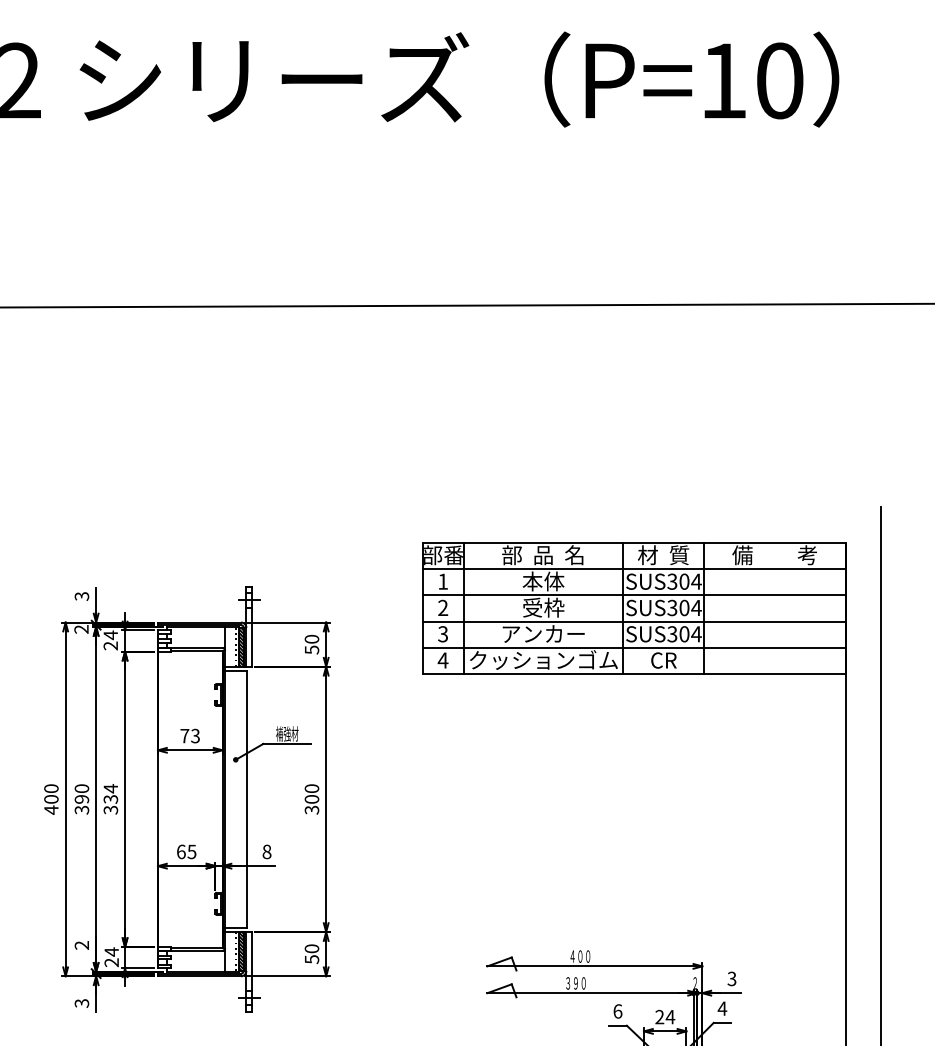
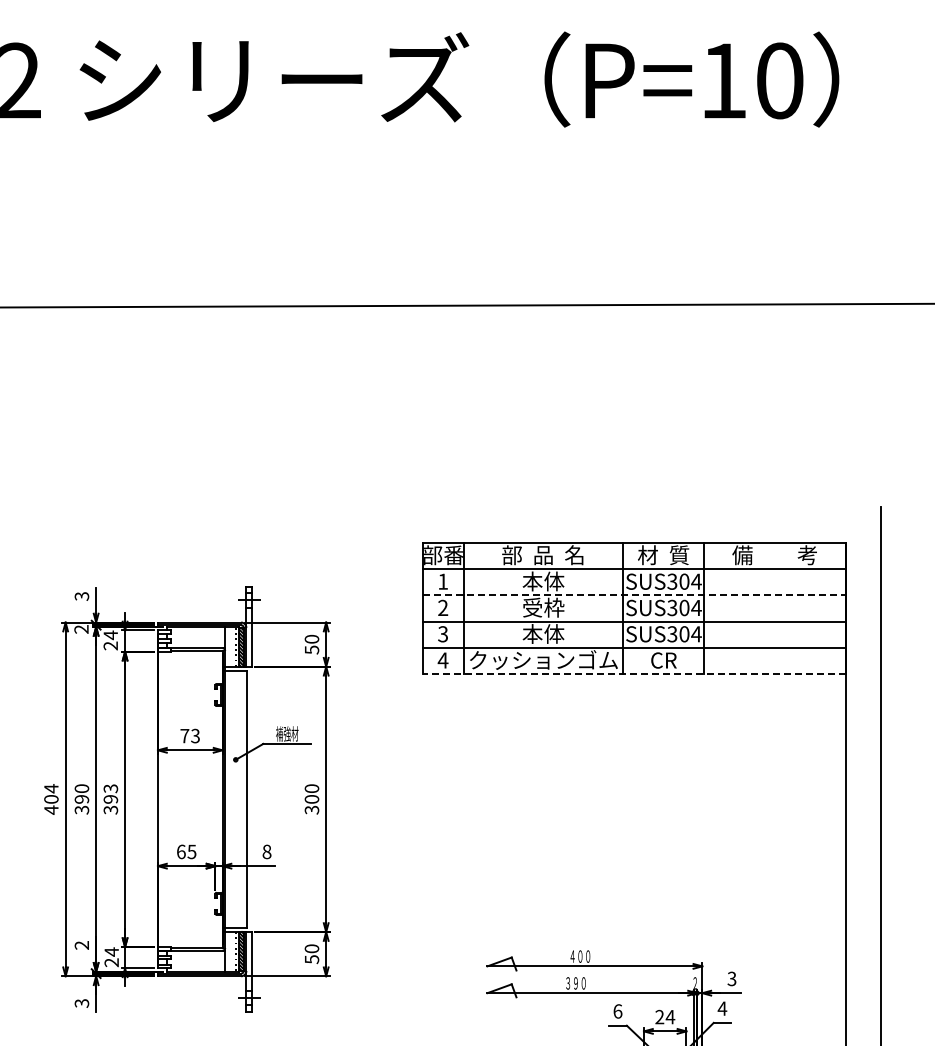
line at (634, 595): solid -> dashed
text at (543, 633): アンカー -> 本体
line at (634, 674): solid -> dashed
text at (51, 788): 400 -> 404
text at (110, 793): 334 -> 393
